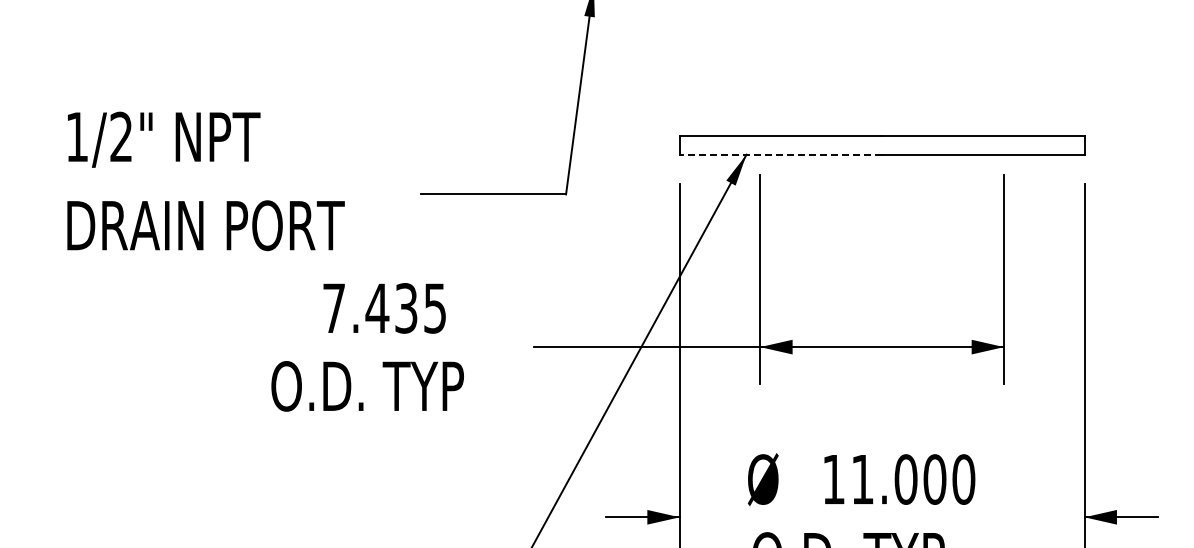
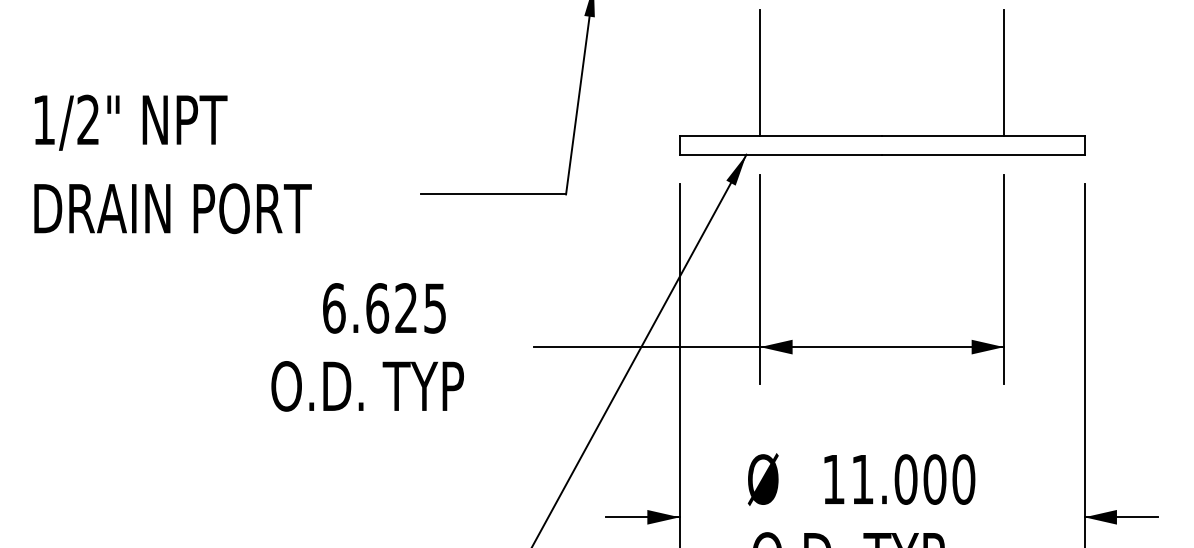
line at (760, 73): none -> present
line at (1004, 73): none -> present
line at (780, 154): dashed -> solid
text at (205, 181) position: (205, 181) -> (172, 164)
text at (370, 308): 7.435 -> 6.625
